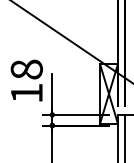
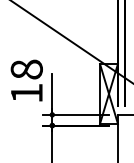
line at (125, 136): present -> none
